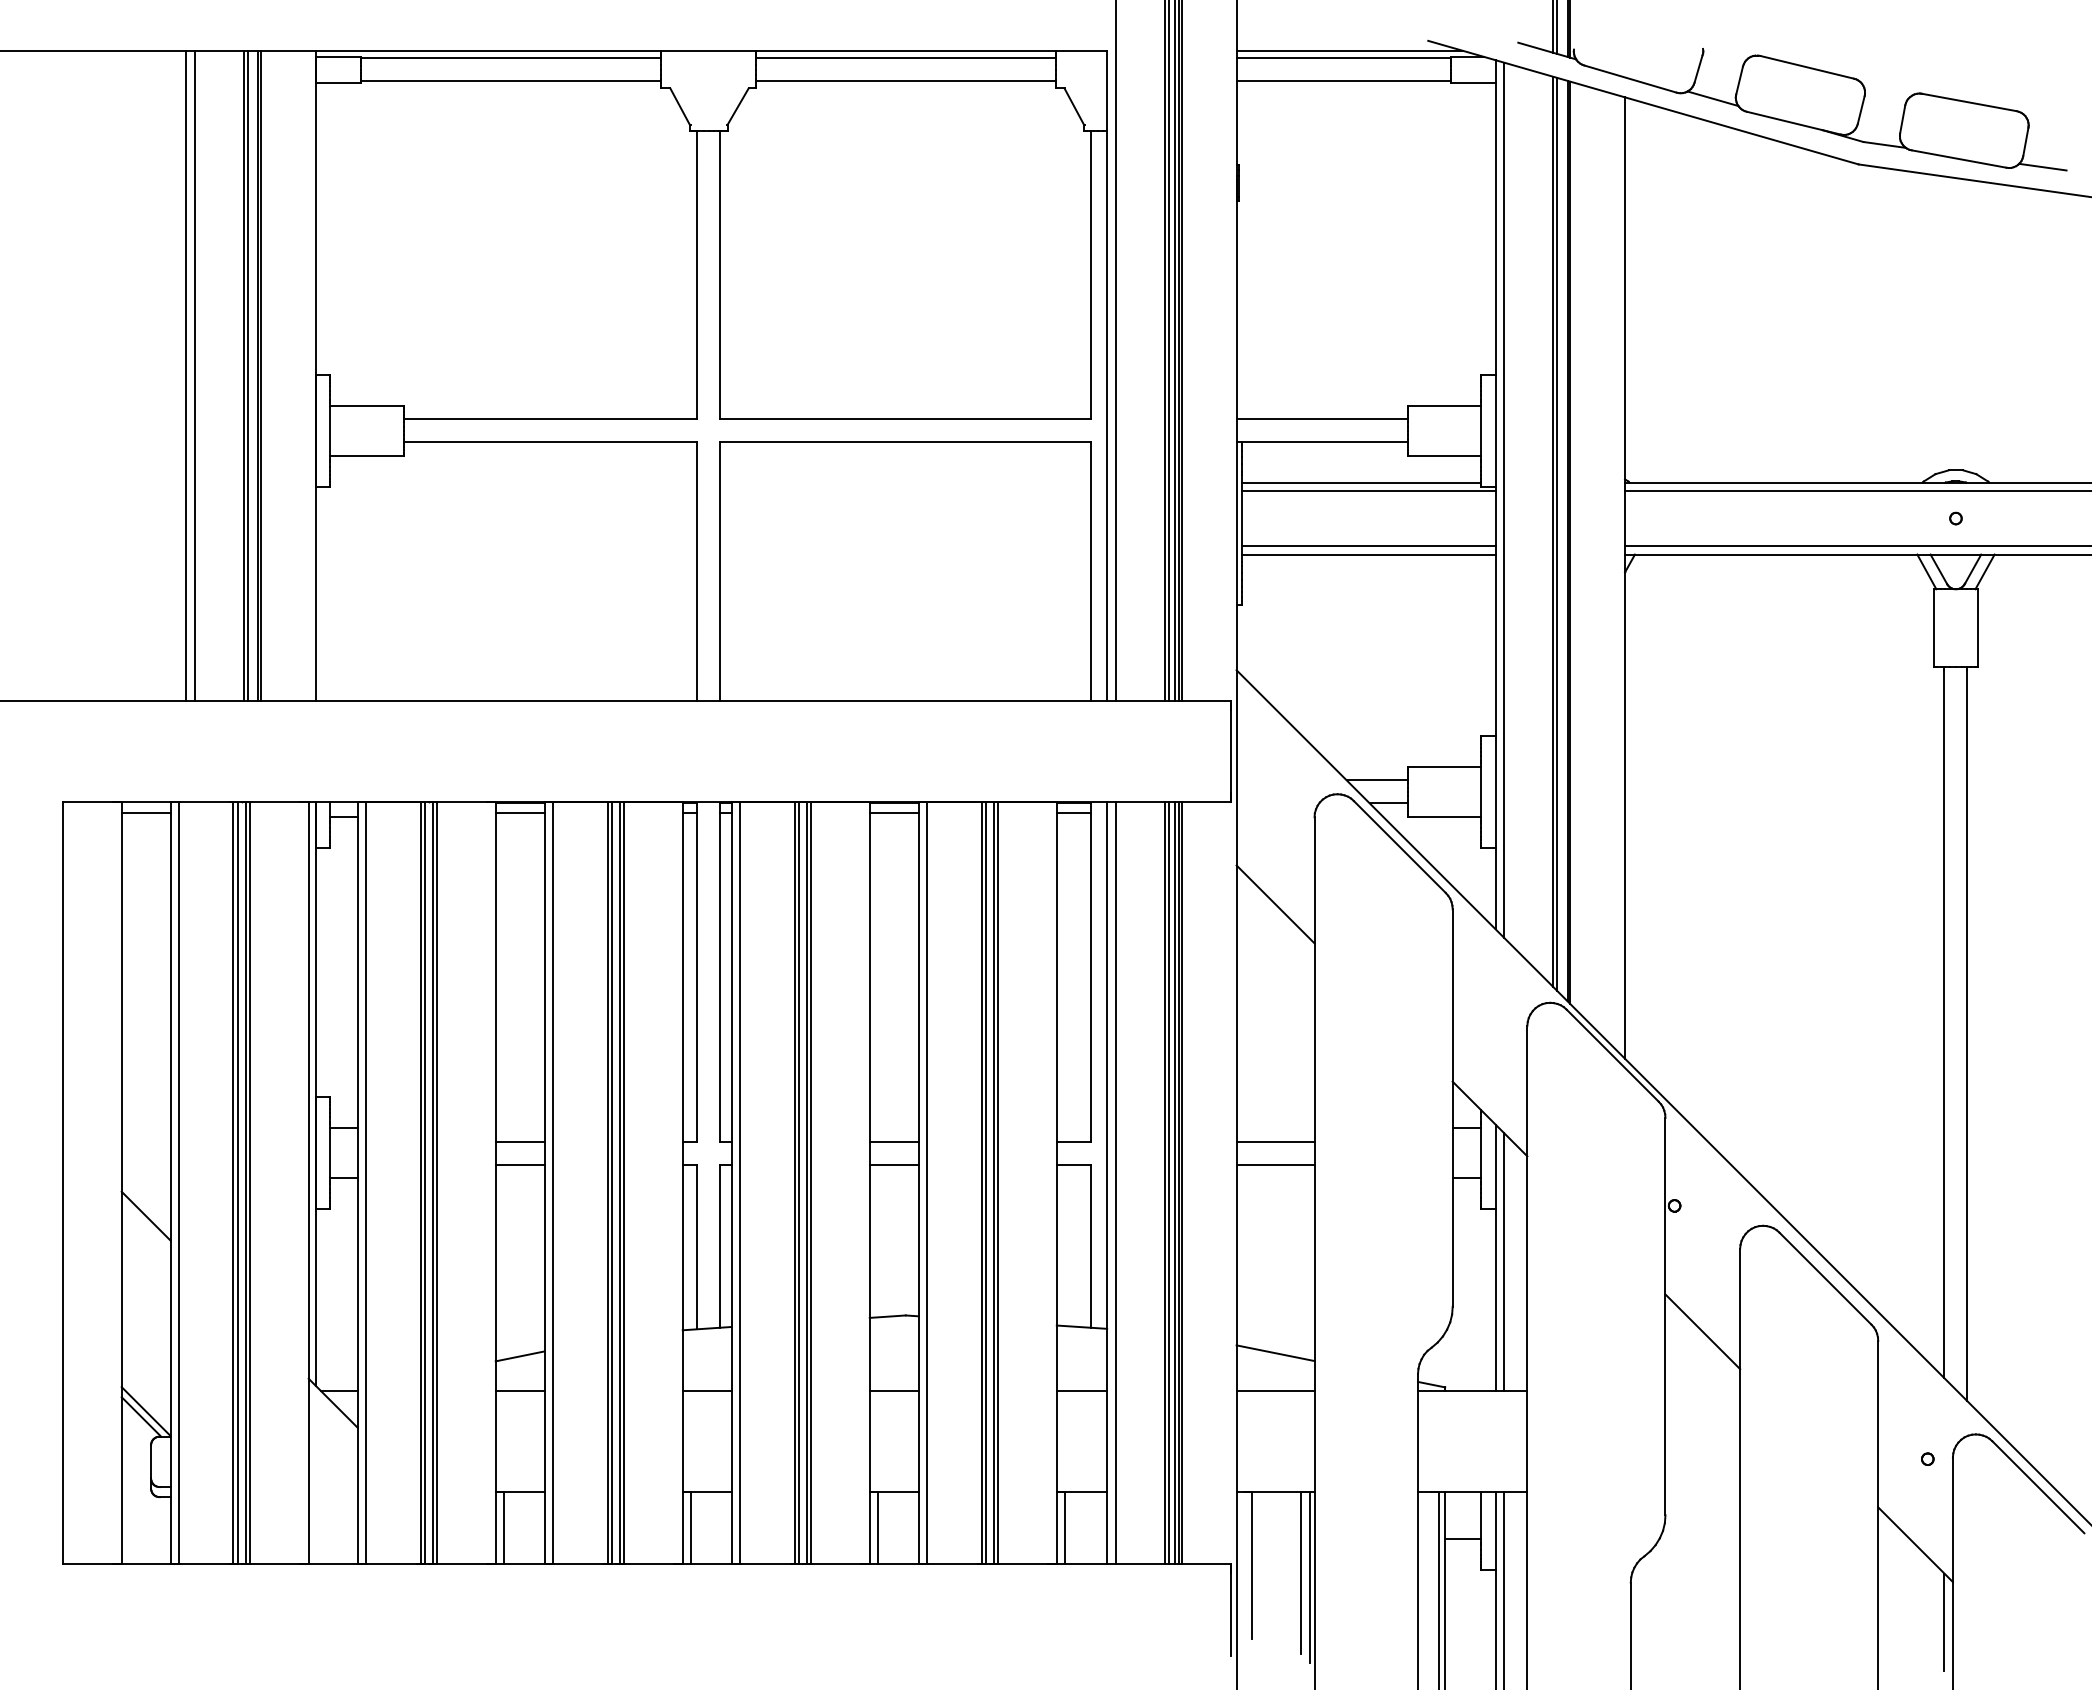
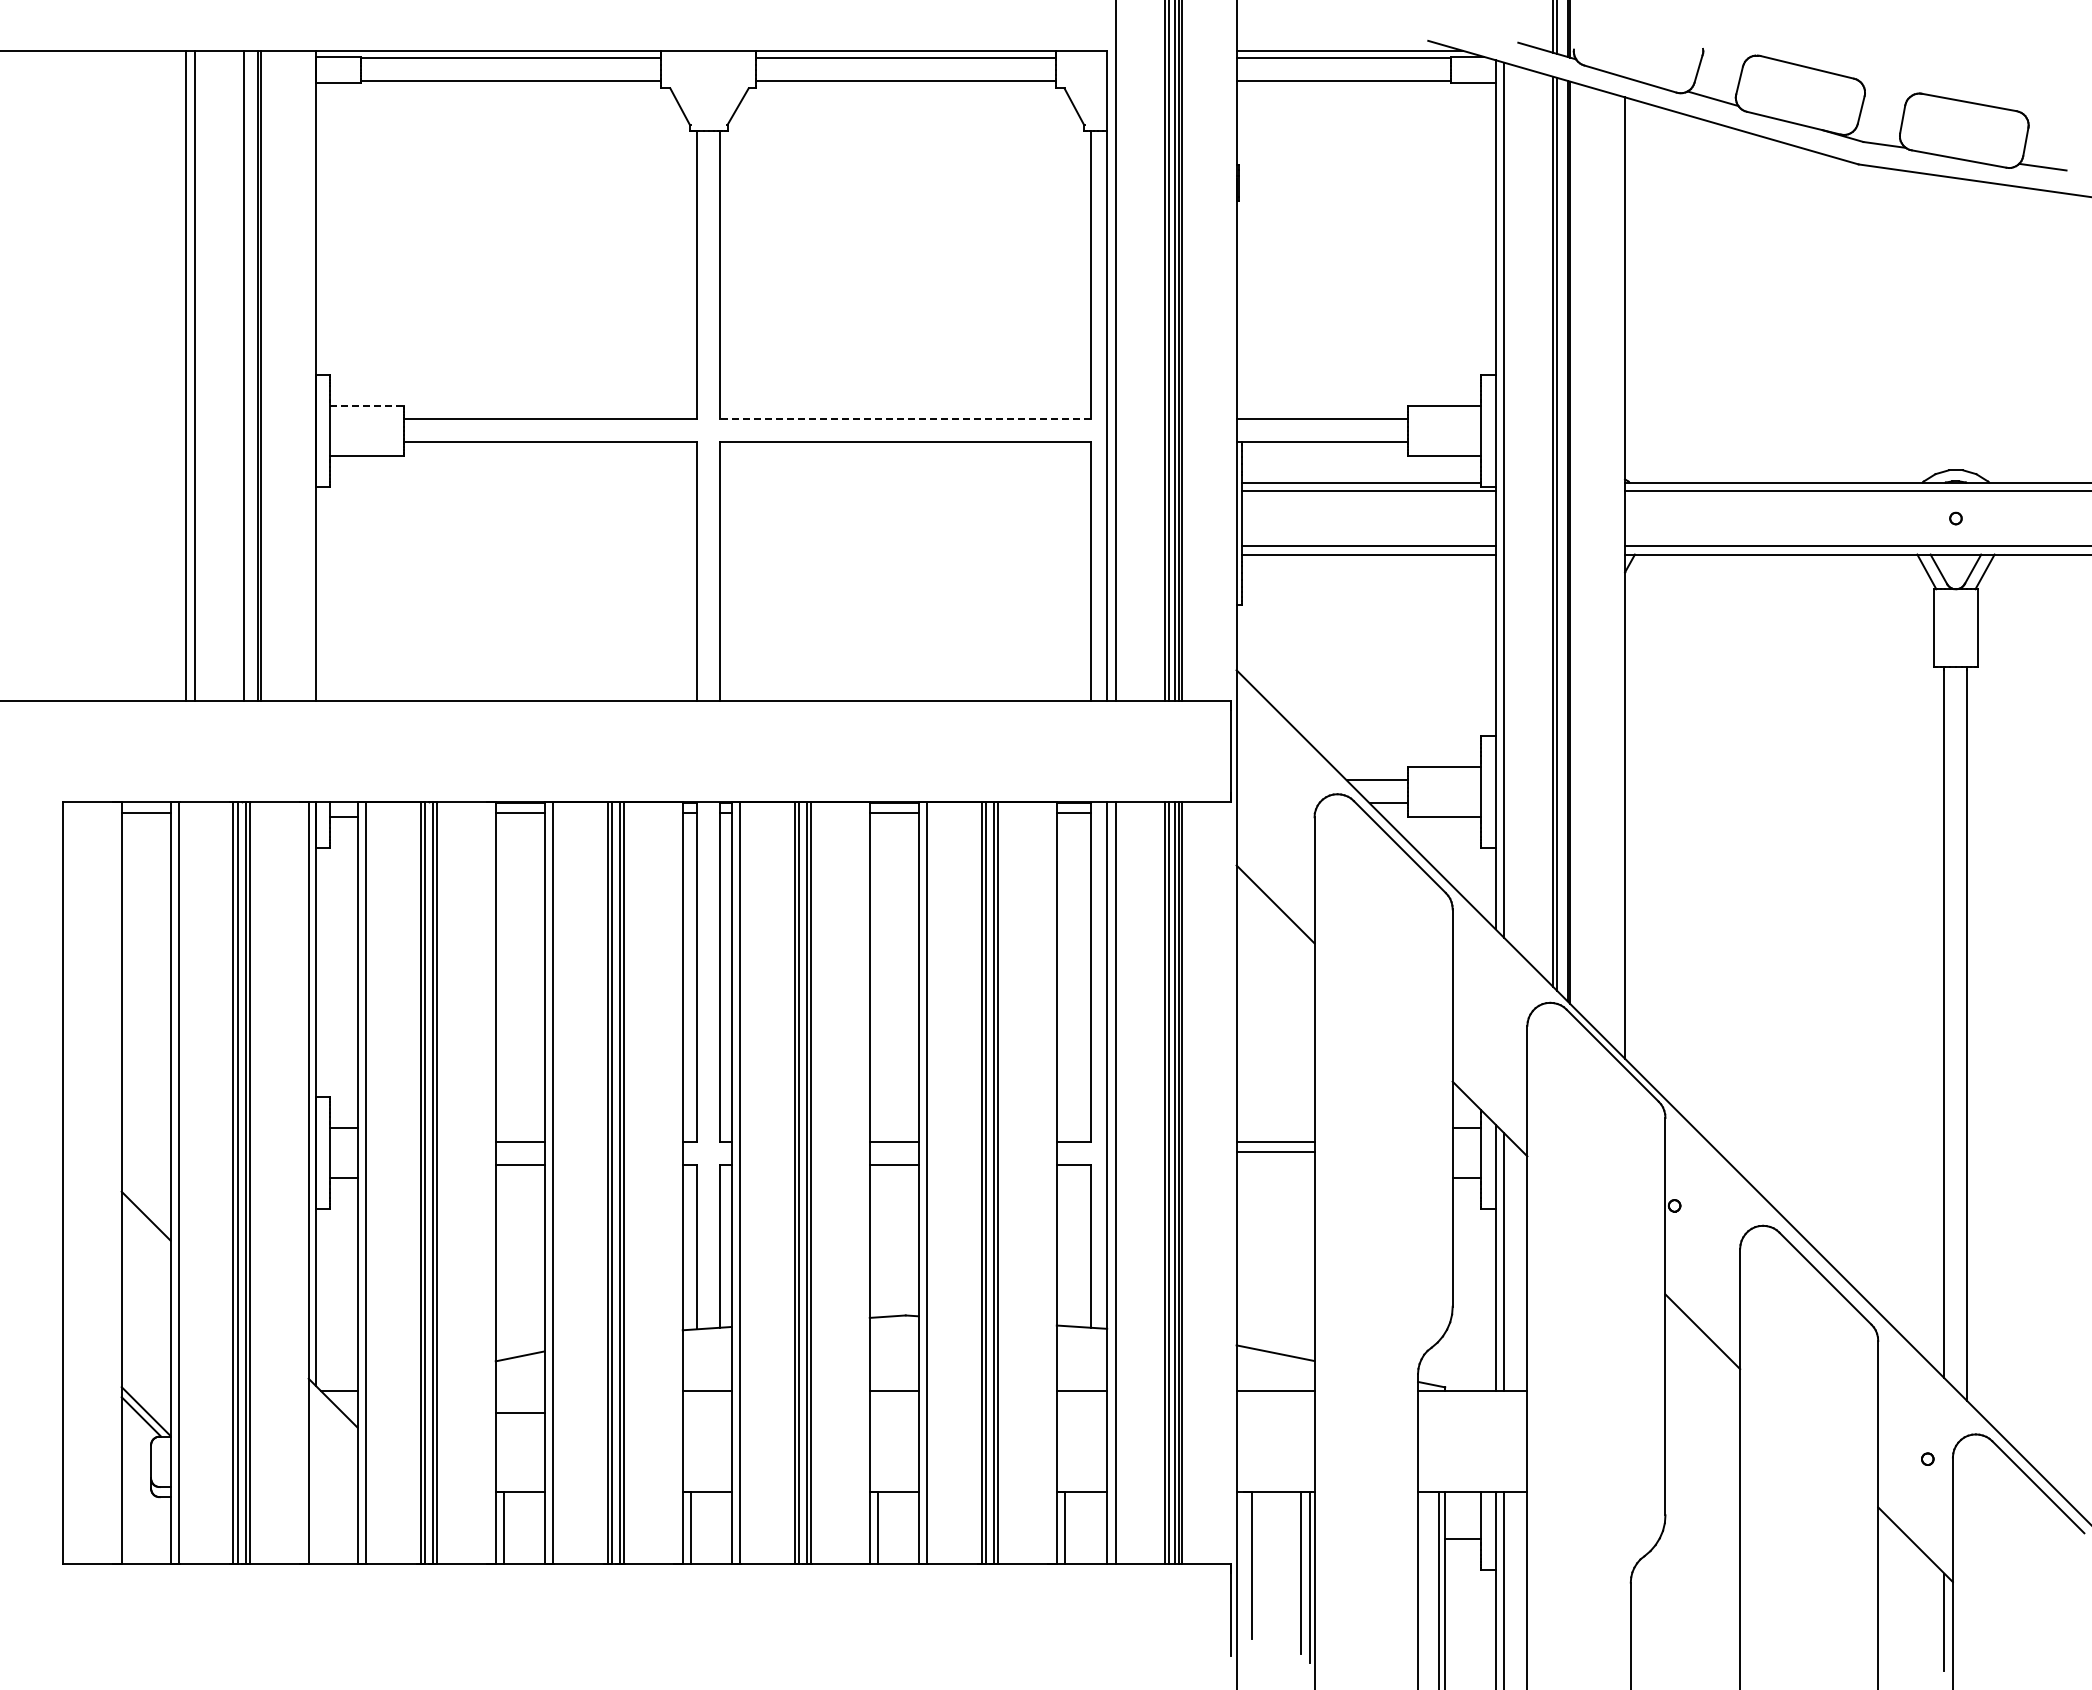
line at (248, 375): present -> none
line at (367, 405): solid -> dashed
line at (905, 419): solid -> dashed
line at (1275, 1164) position: (1275, 1164) -> (1275, 1151)
line at (519, 1390) position: (519, 1390) -> (519, 1412)
